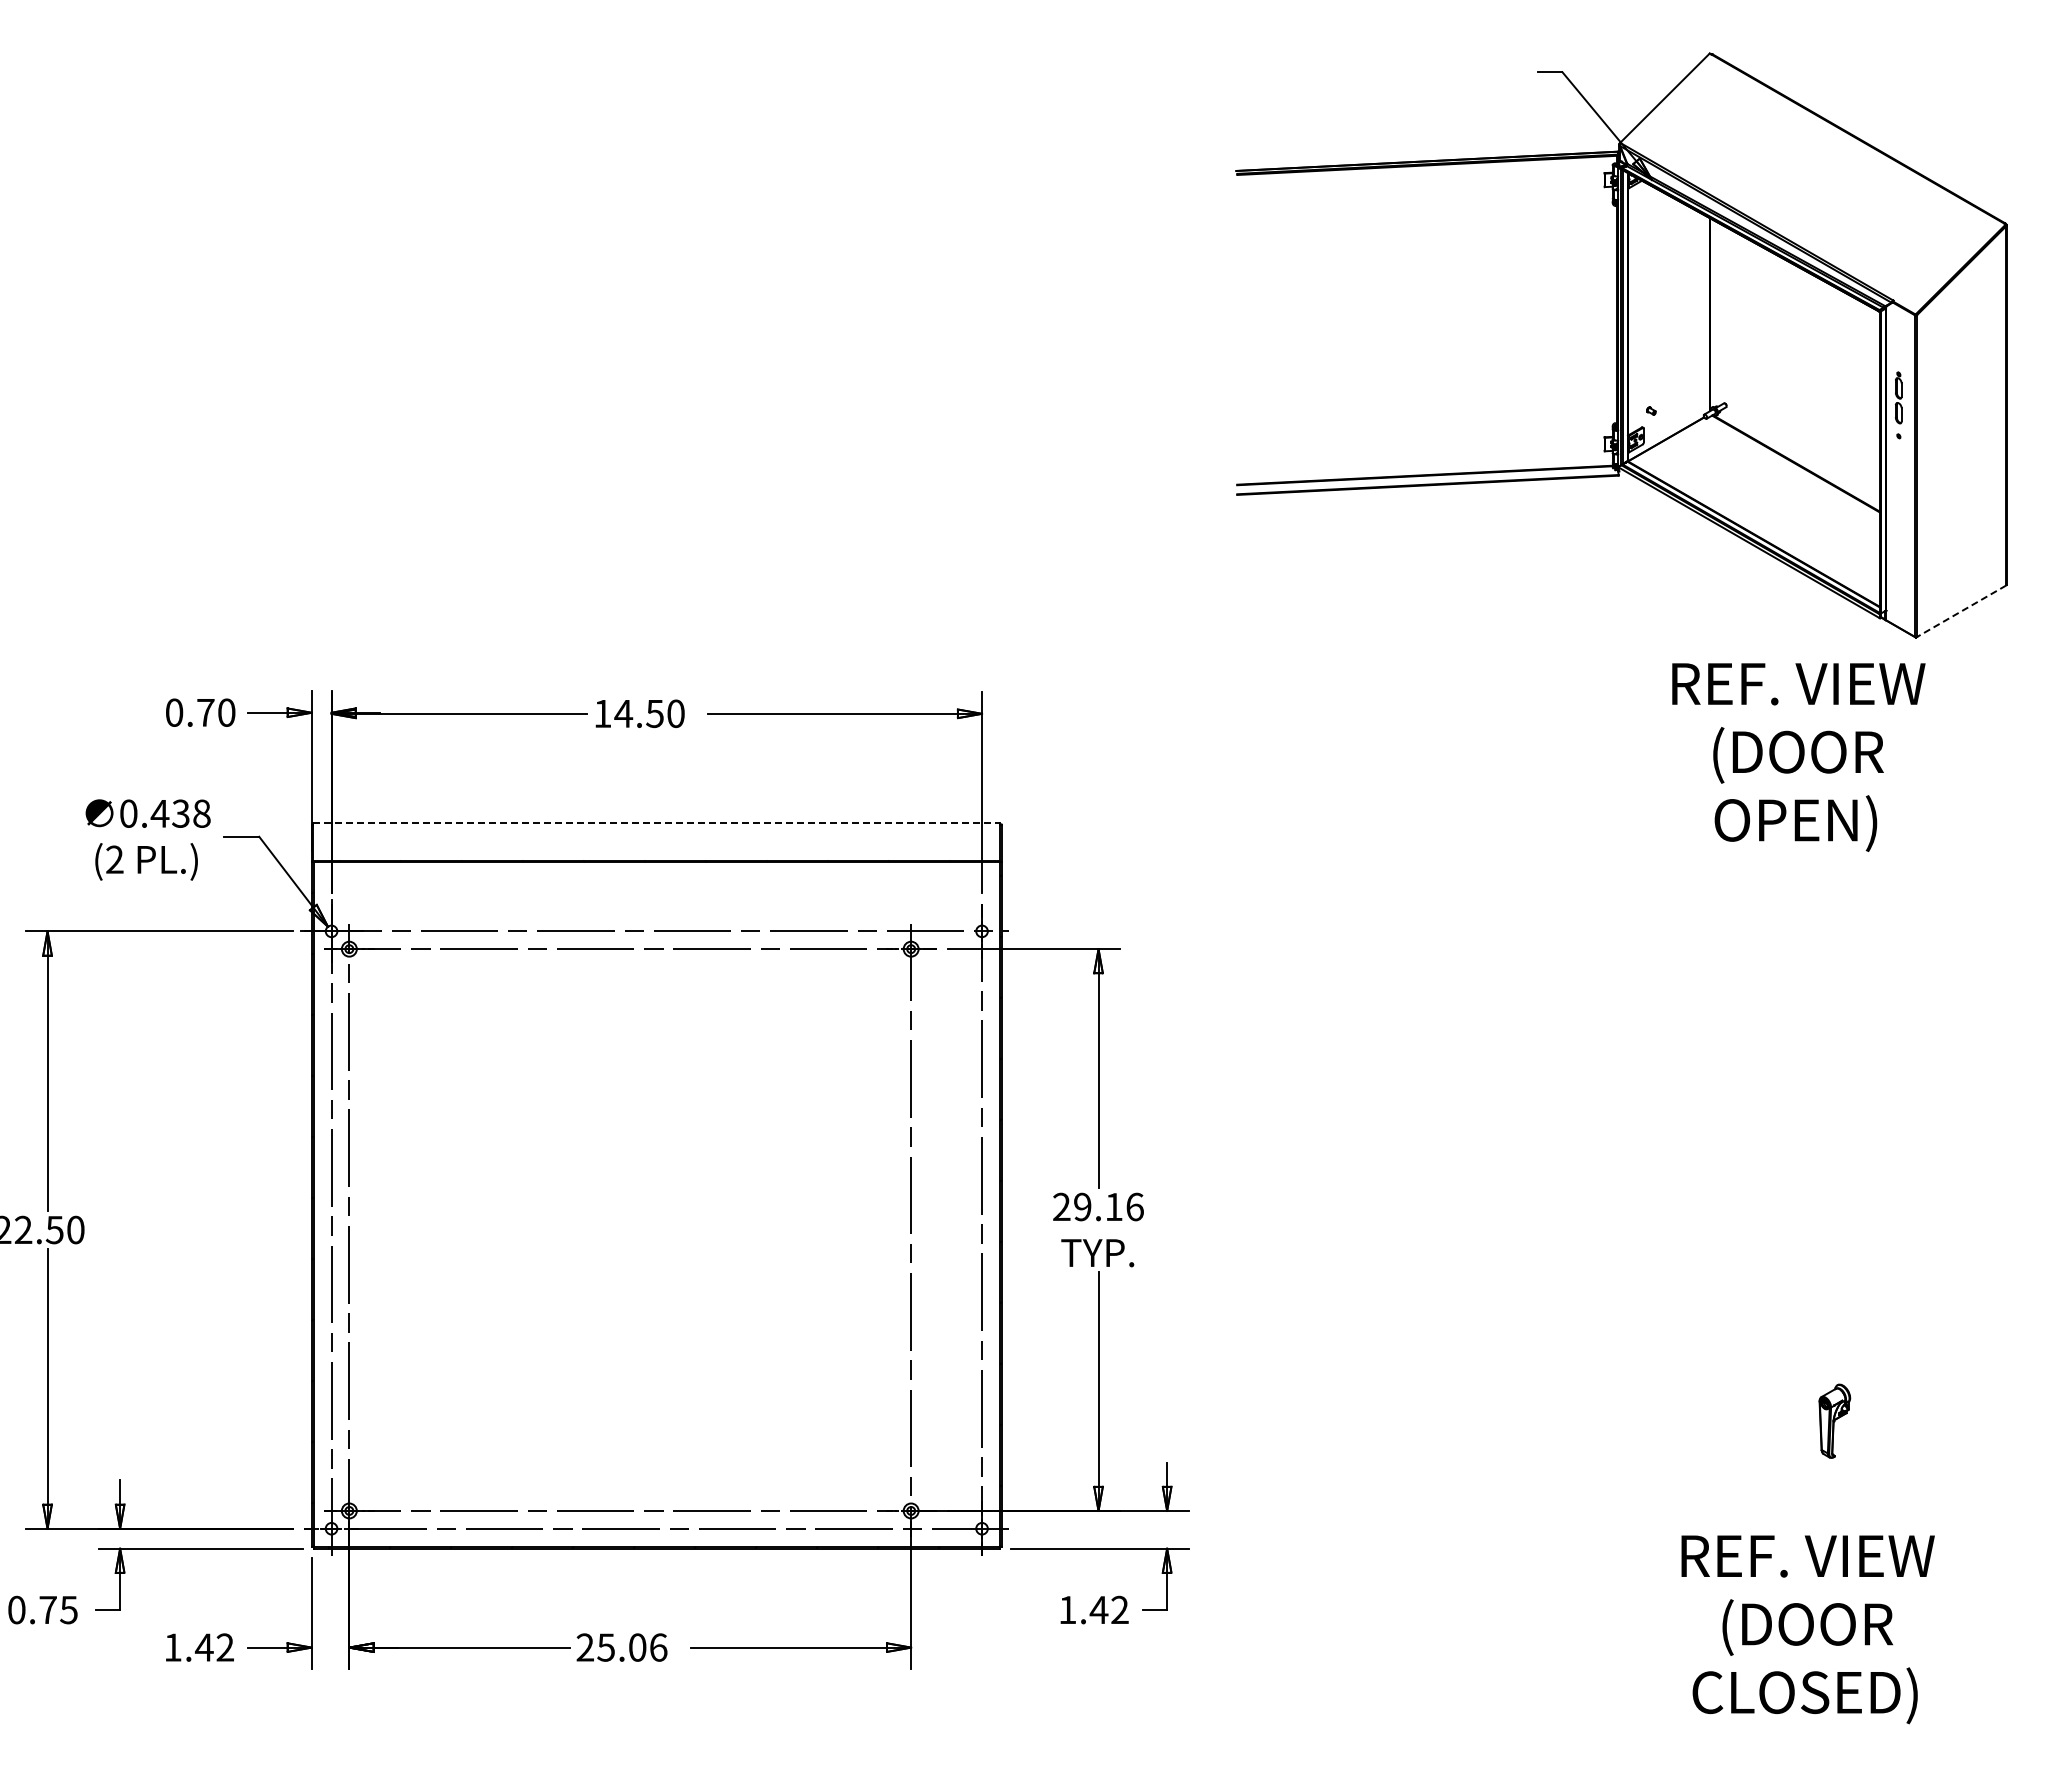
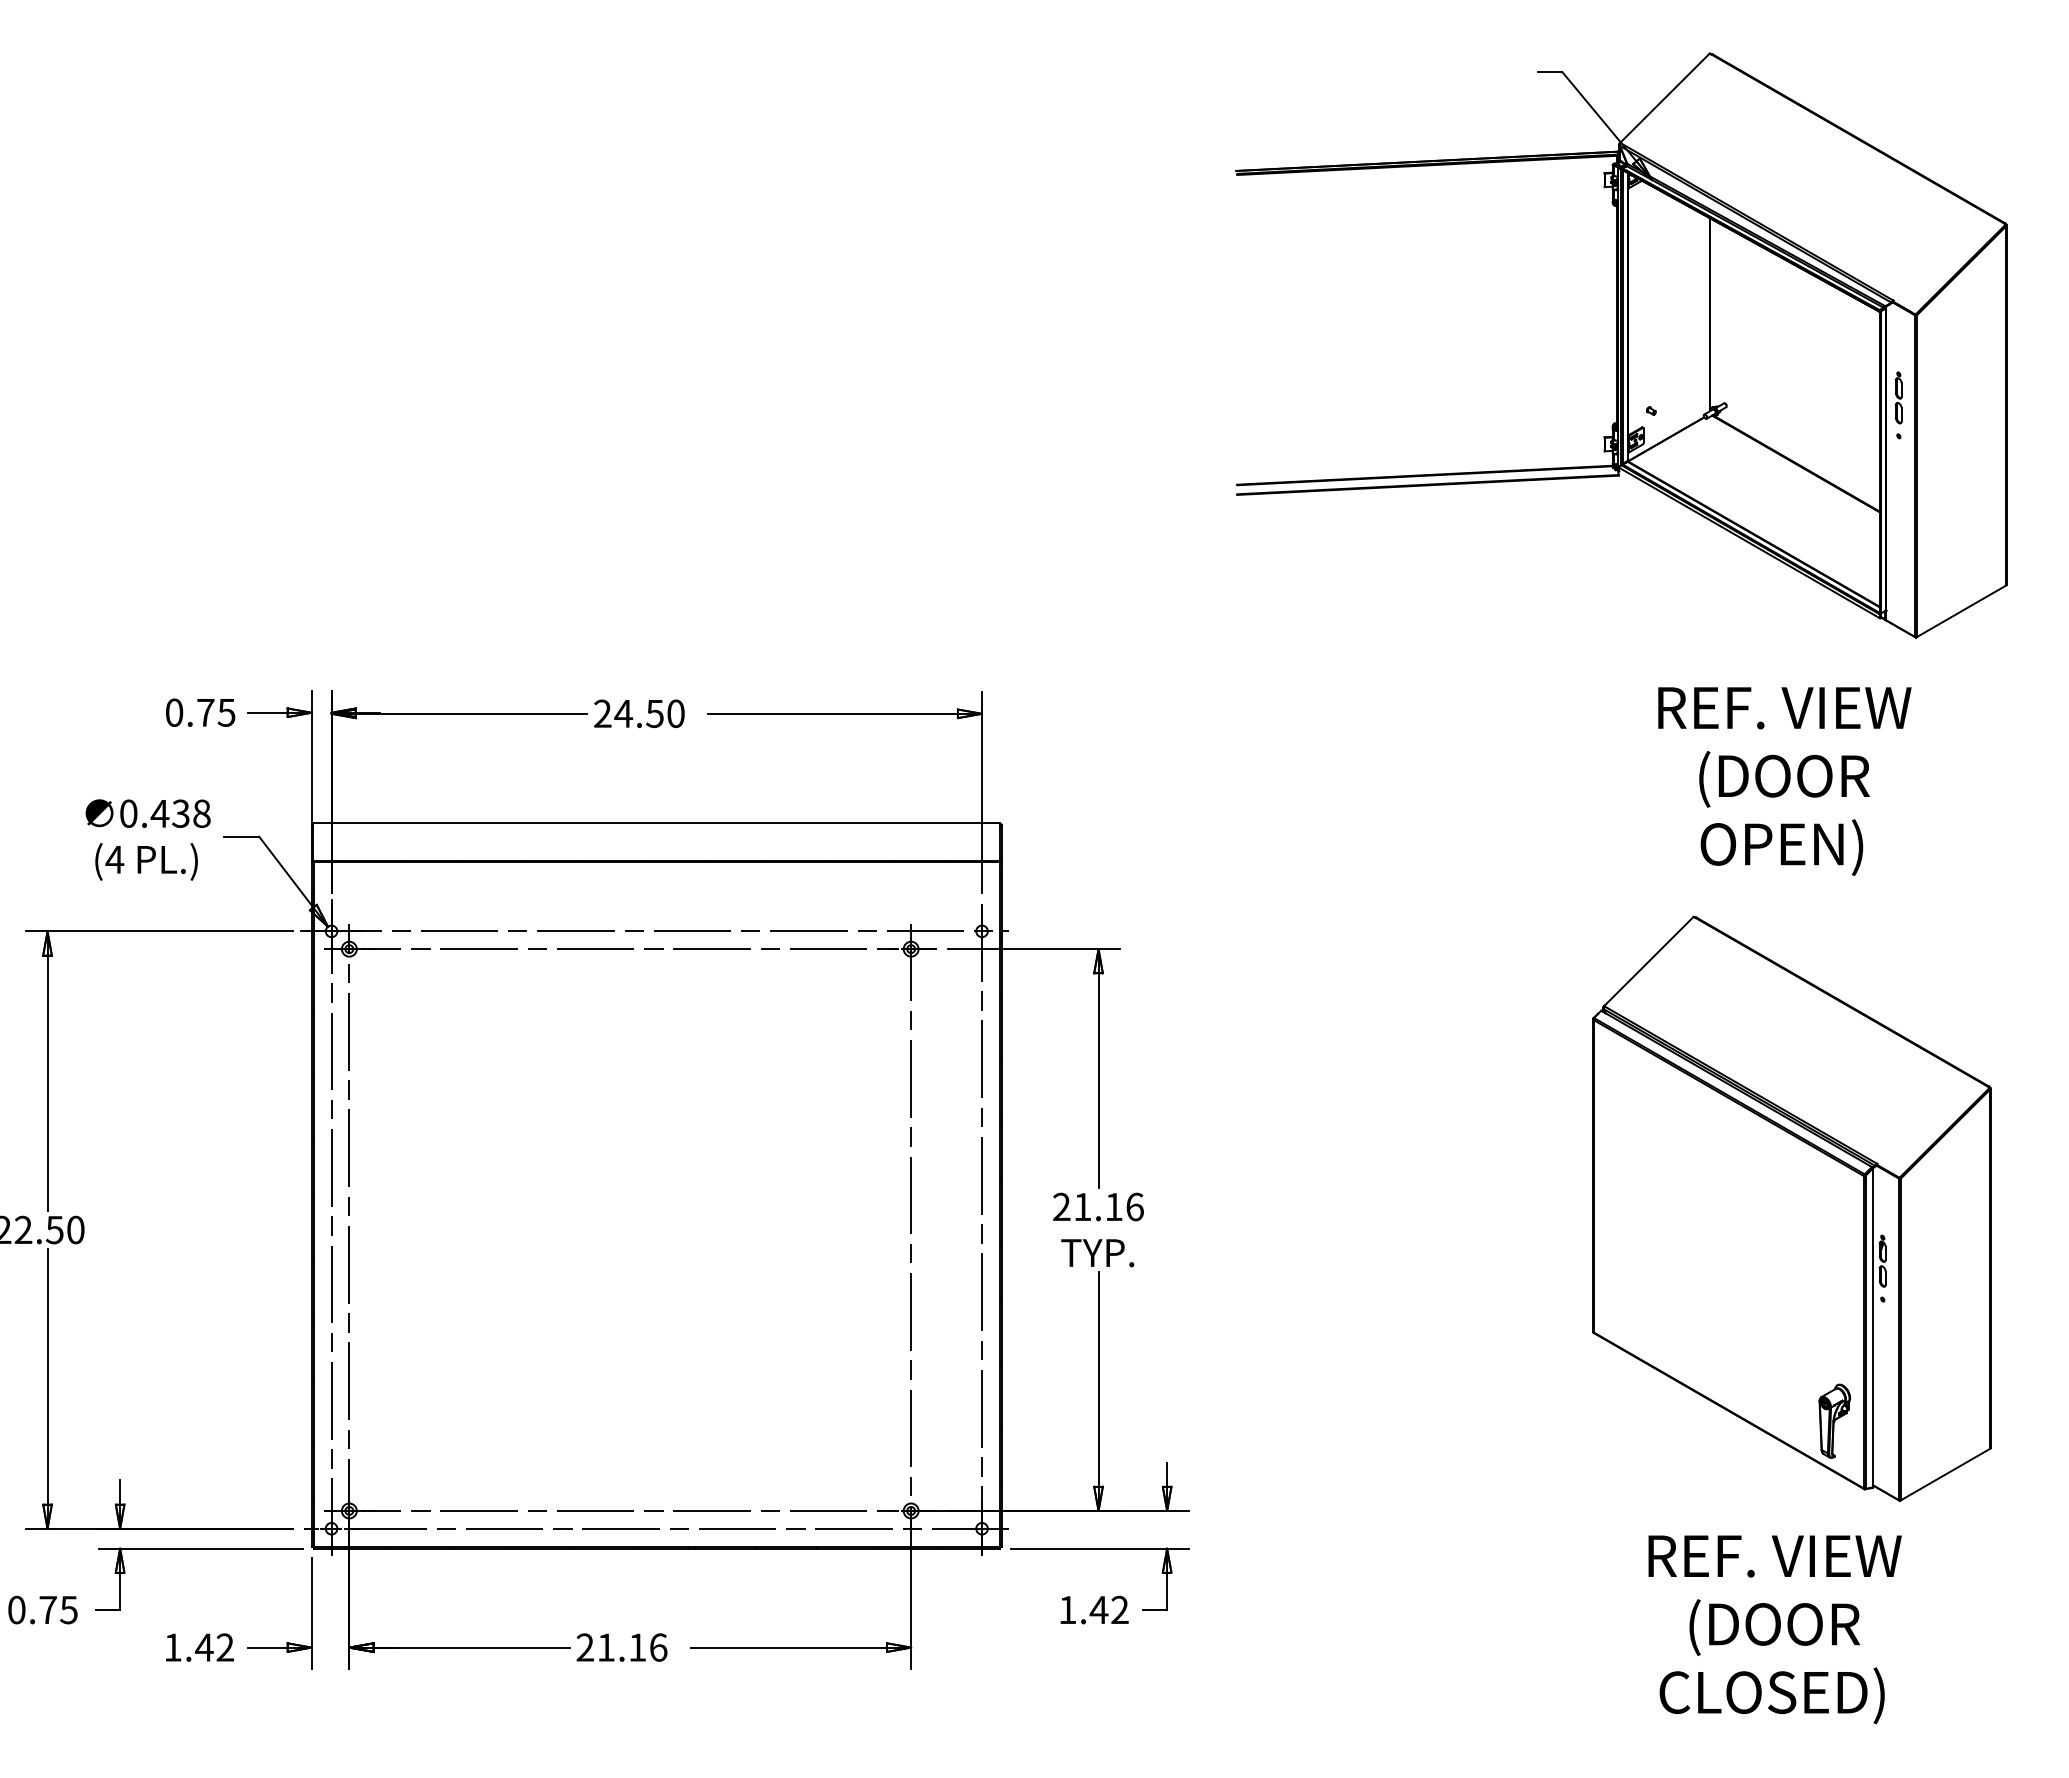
line at (1961, 611): dashed -> solid
text at (226, 712): 0.70 -> 0.75
text at (602, 713): 14.50 -> 24.50
text at (1798, 757) position: (1798, 757) -> (1784, 781)
line at (656, 822): dashed -> solid
text at (114, 859): (2 -> (4
text at (1082, 1206): 29.16 -> 21.16
part at (1791, 1208): none -> present
text at (1807, 1629) position: (1807, 1629) -> (1774, 1629)
text at (621, 1647): 25.06 -> 21.16
